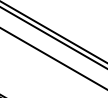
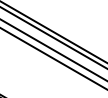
line at (53, 49): none -> present
